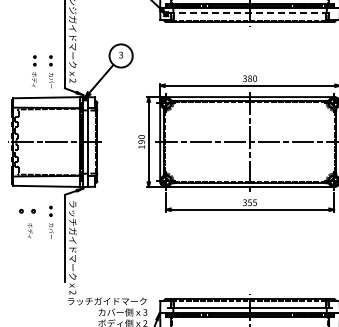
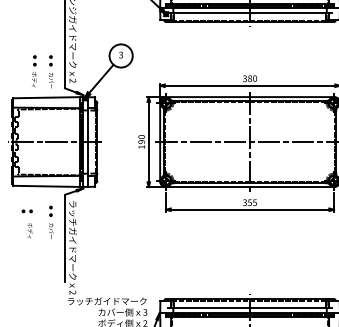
line at (250, 12): dashed -> solid
part at (27, 210) size: 17x6 px -> 12x5 px
